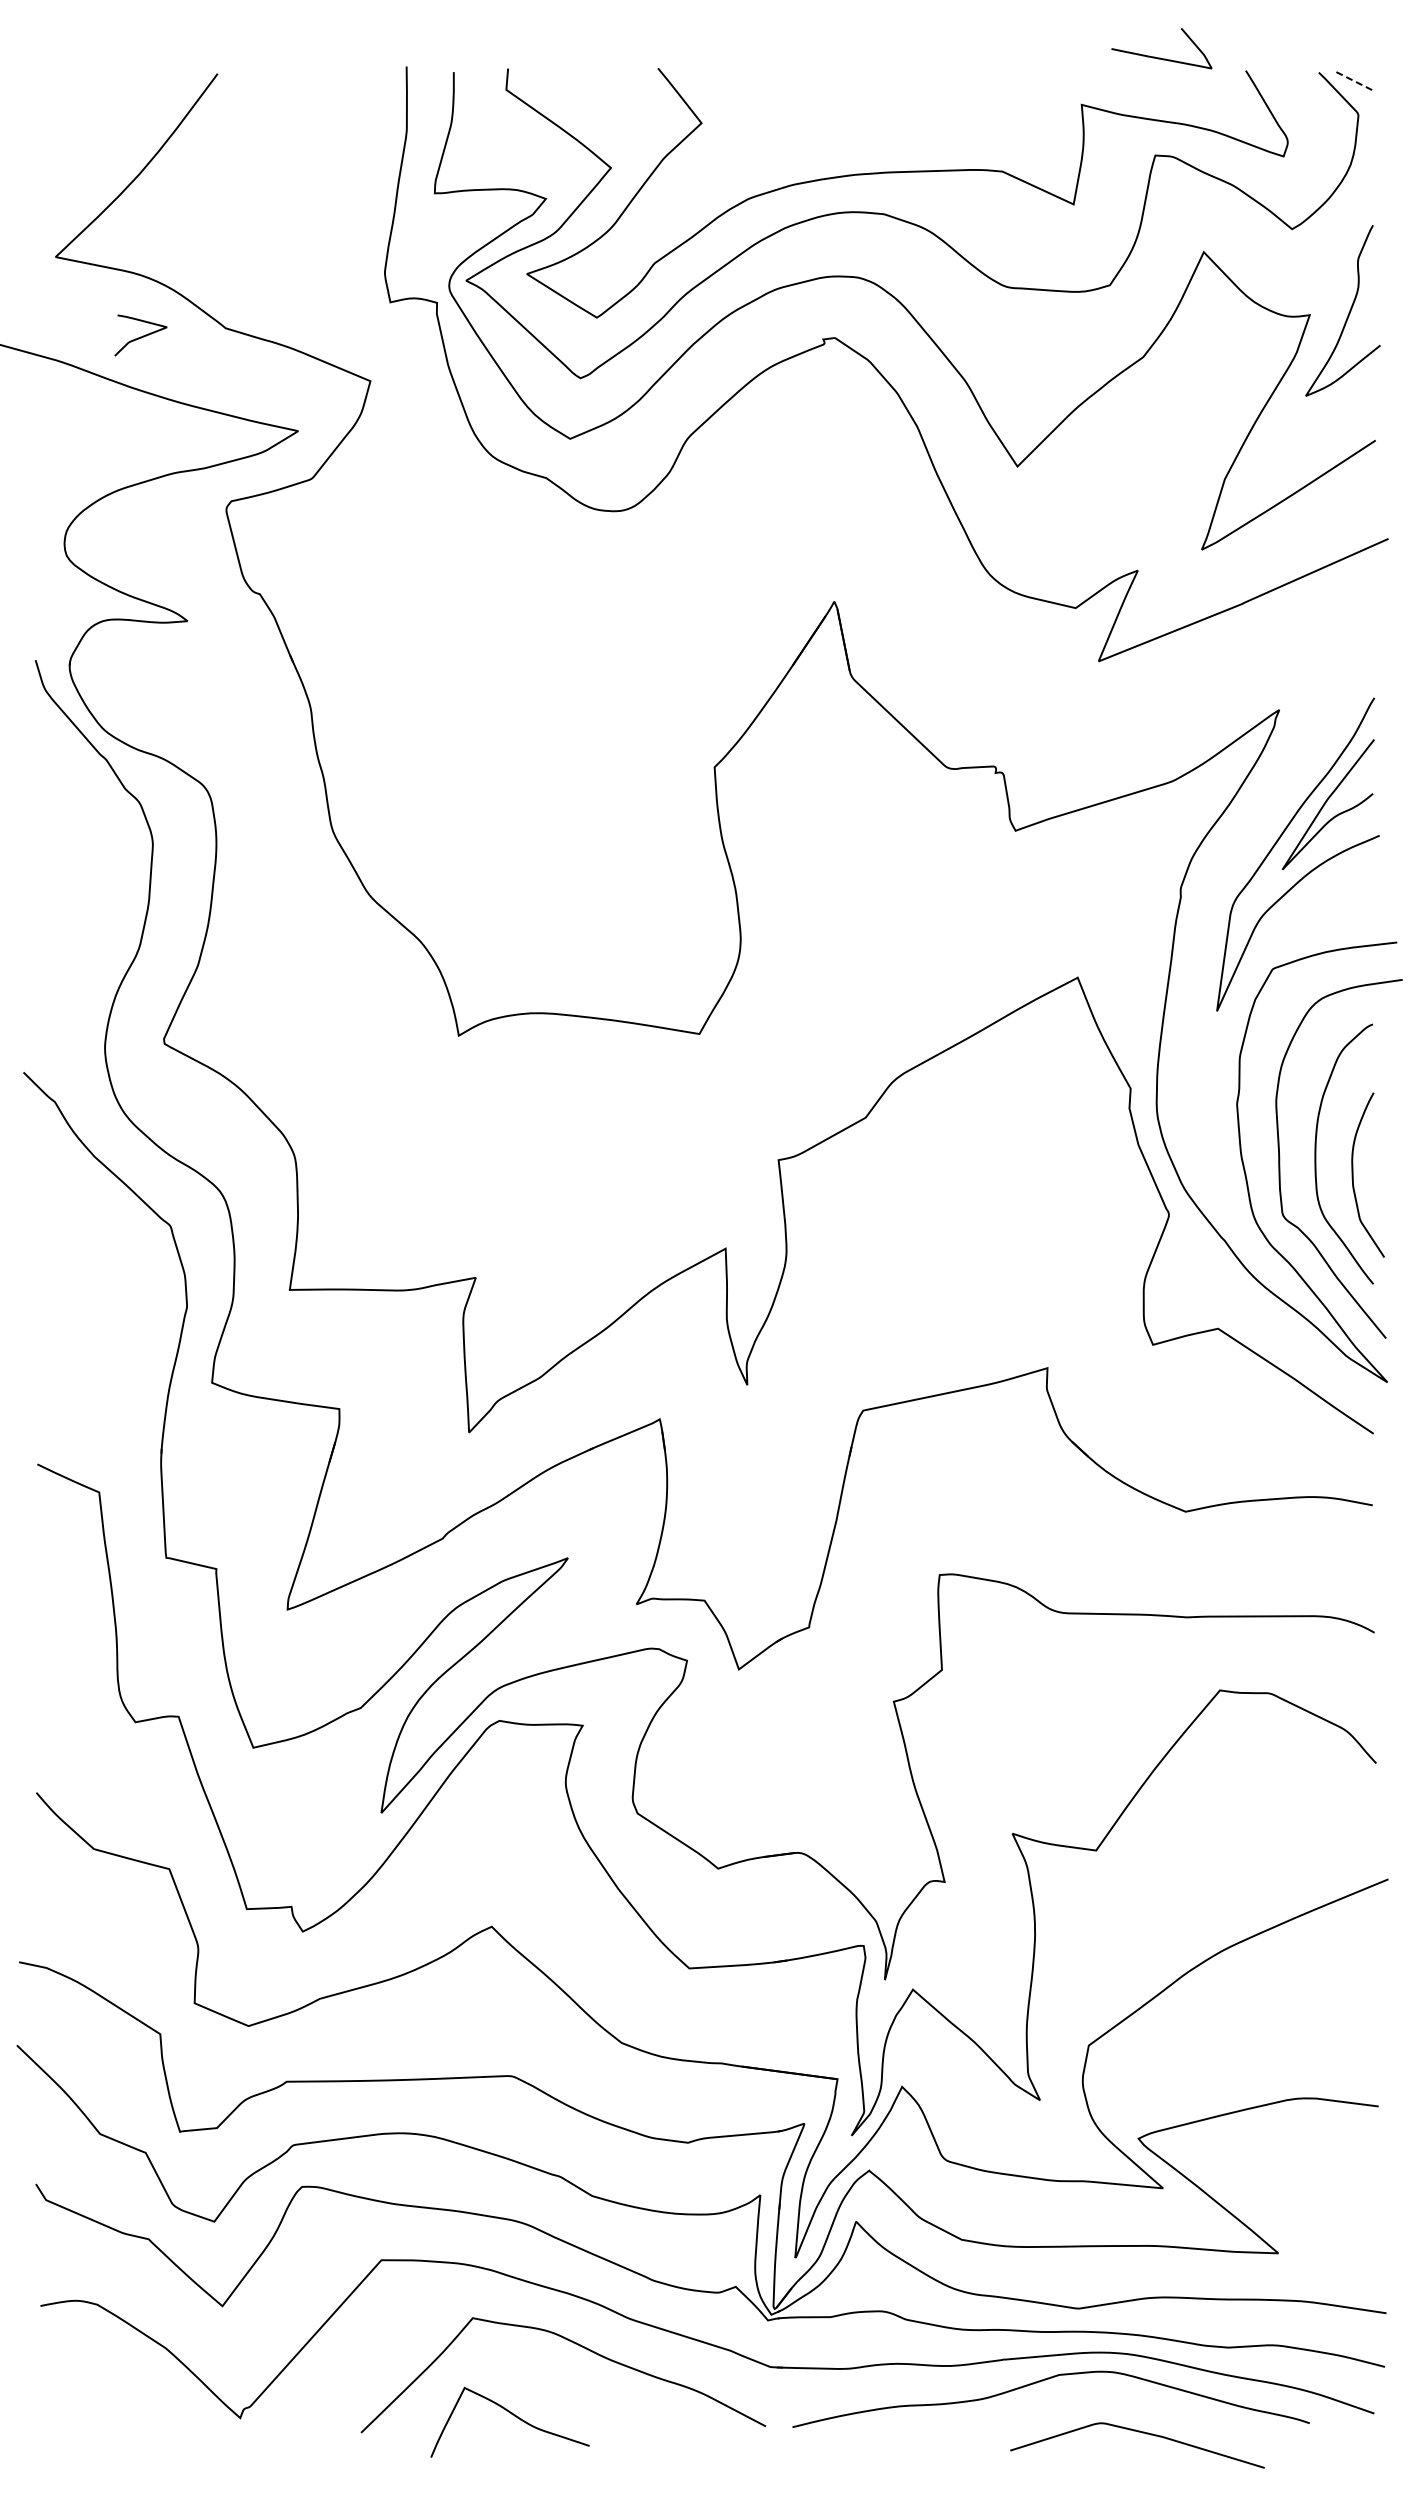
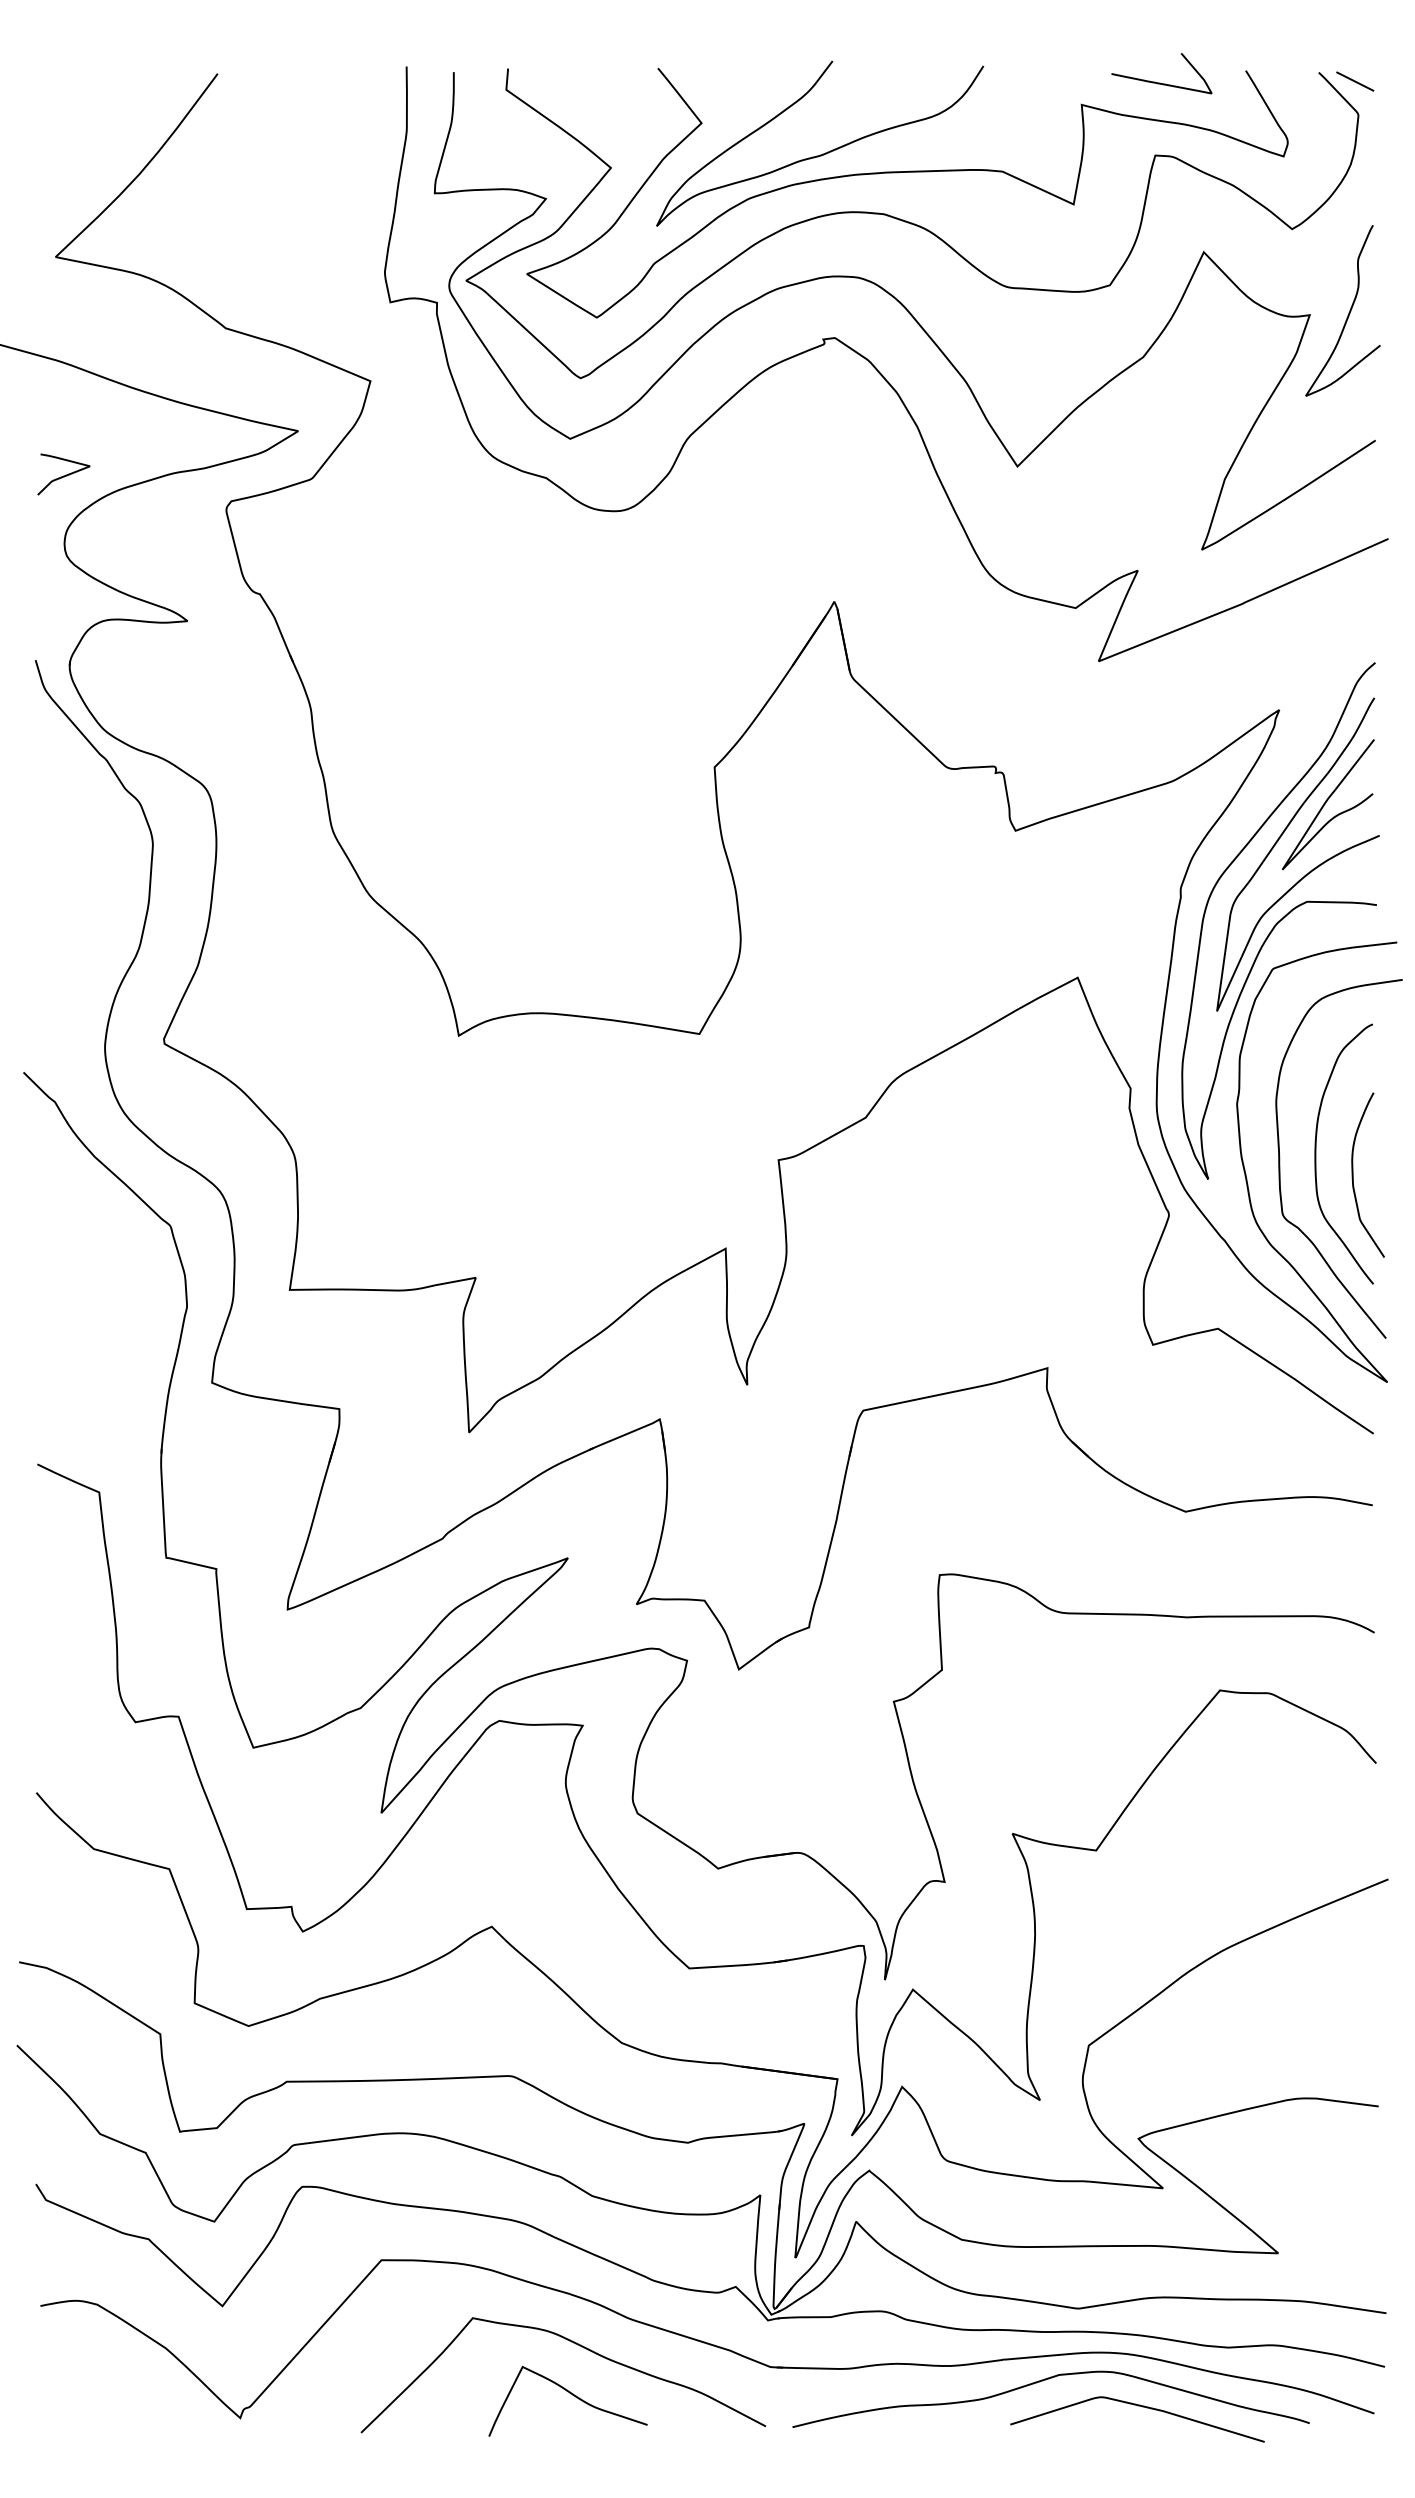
curve at (1160, 57) position: (1160, 57) -> (1160, 82)
line at (1355, 81): dashed -> solid
curve at (825, 152): none -> present
curve at (140, 336) position: (140, 336) -> (63, 475)
curve at (1279, 920): none -> present
curve at (514, 2416) position: (514, 2416) -> (572, 2395)
curve at (1142, 2433) position: (1142, 2433) -> (1142, 2407)
